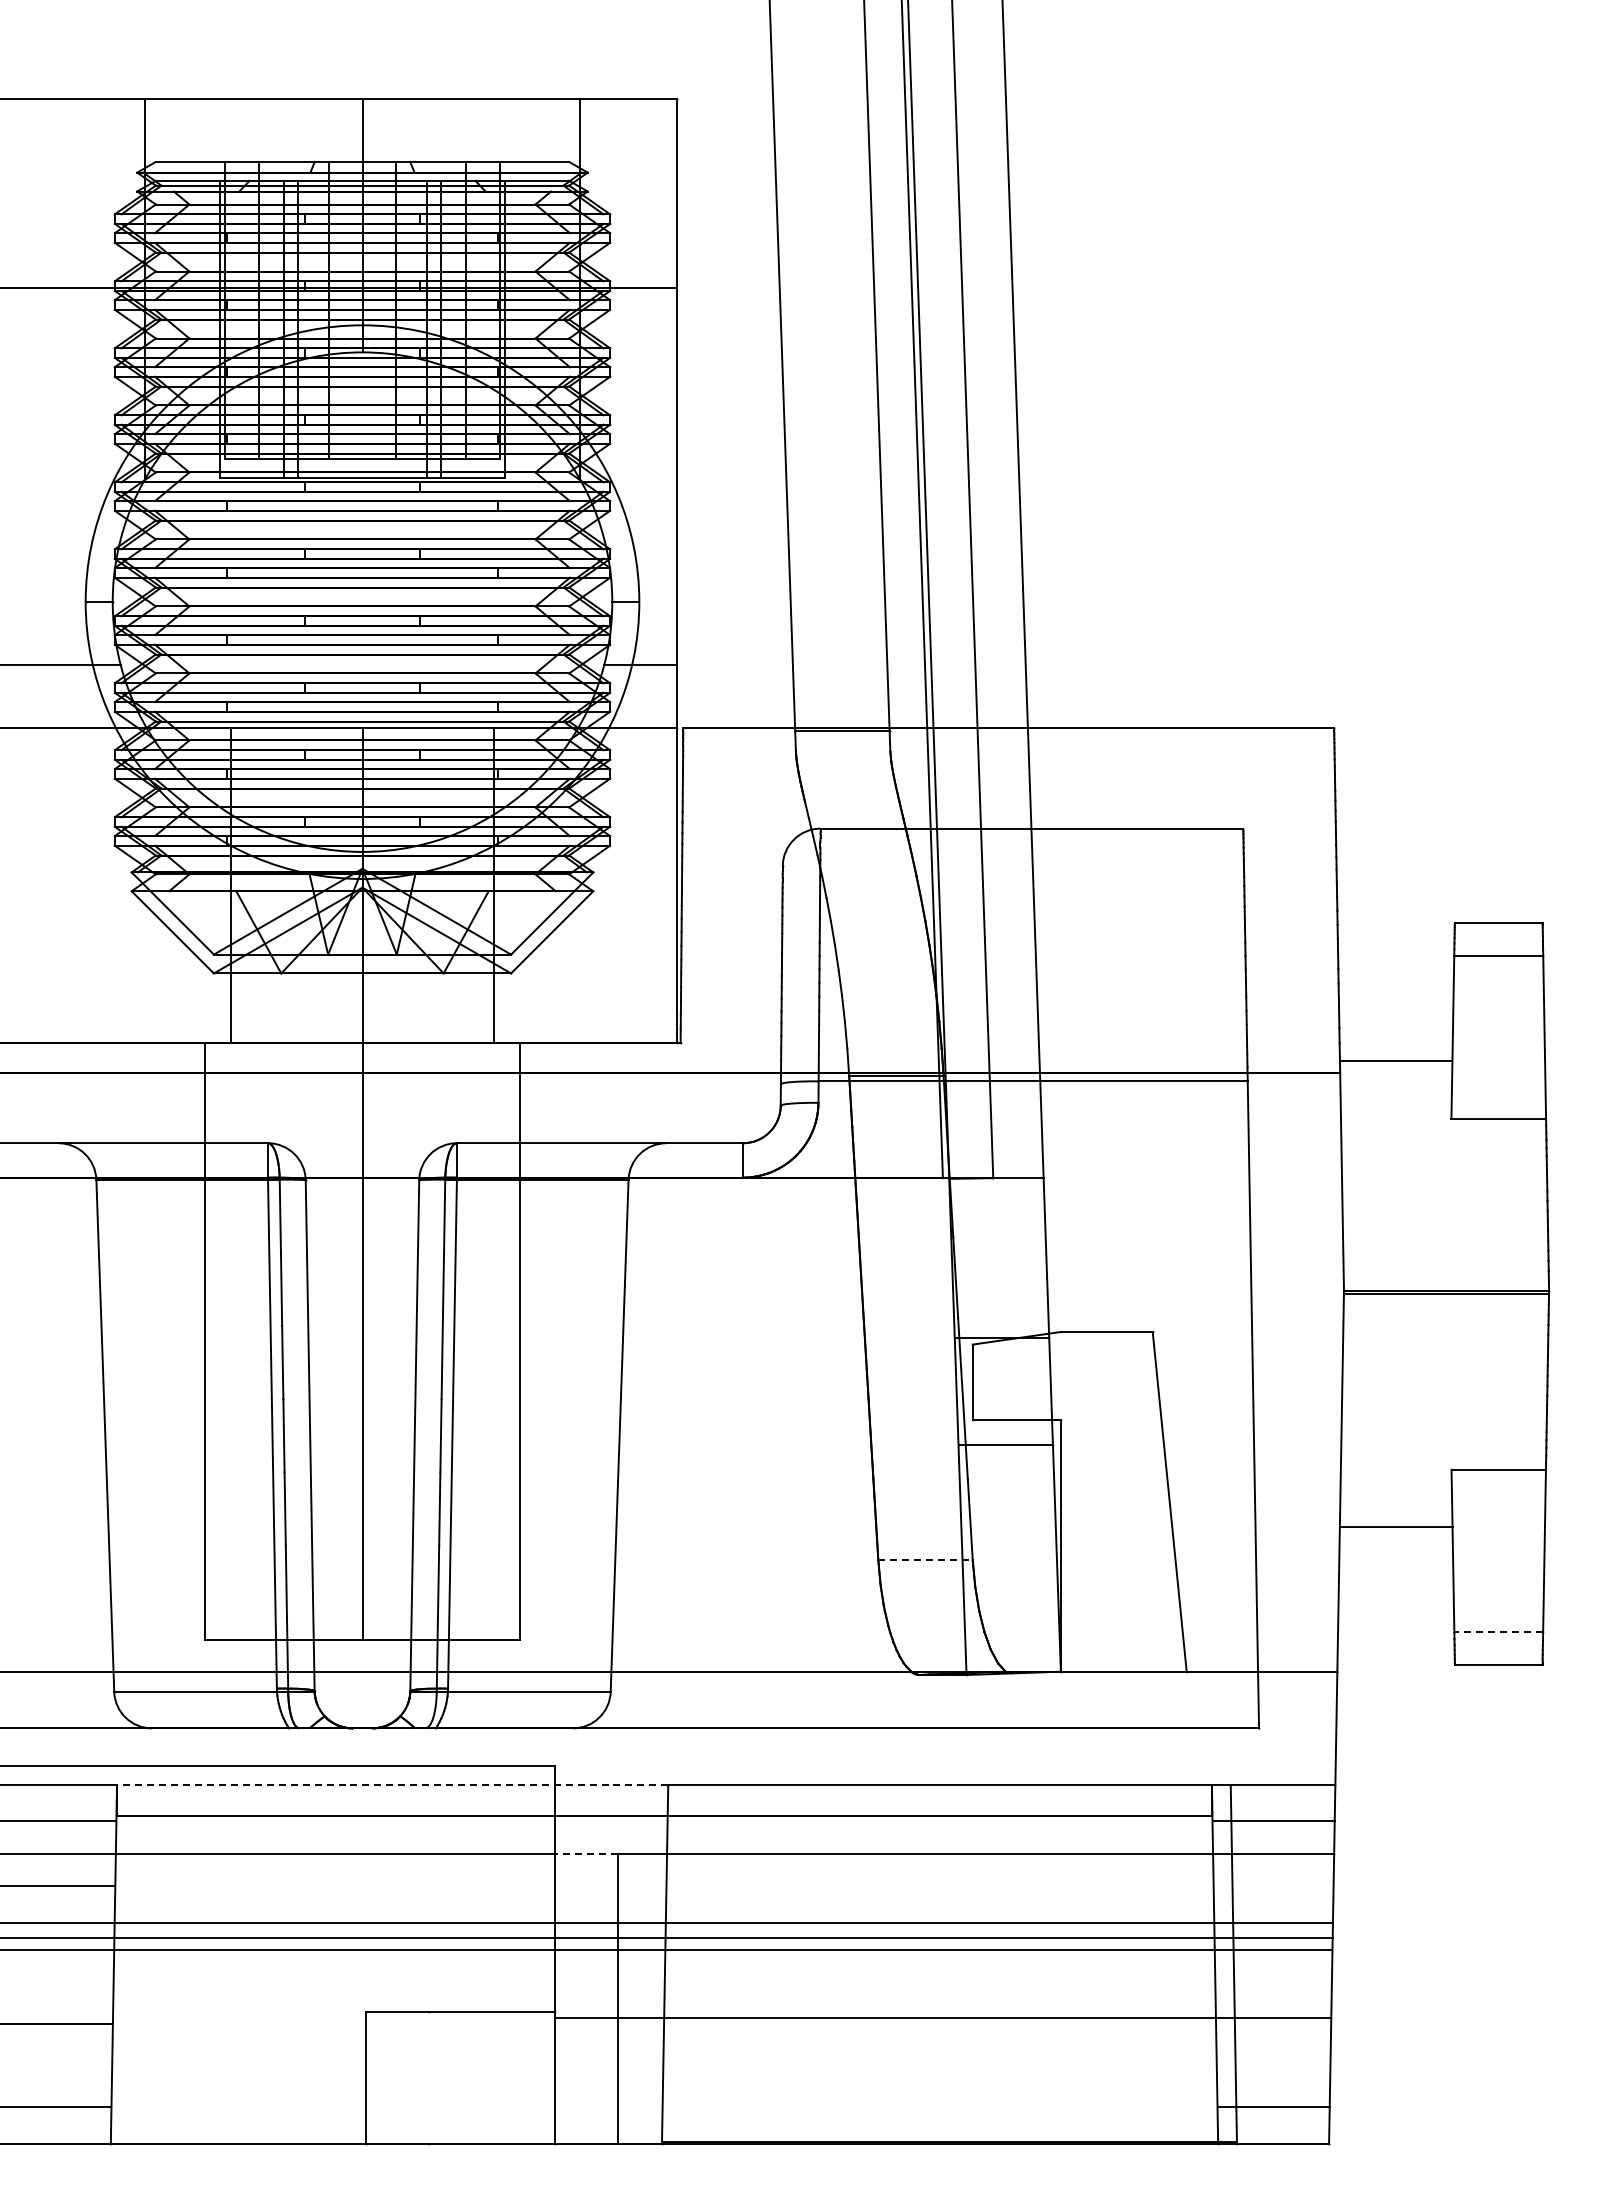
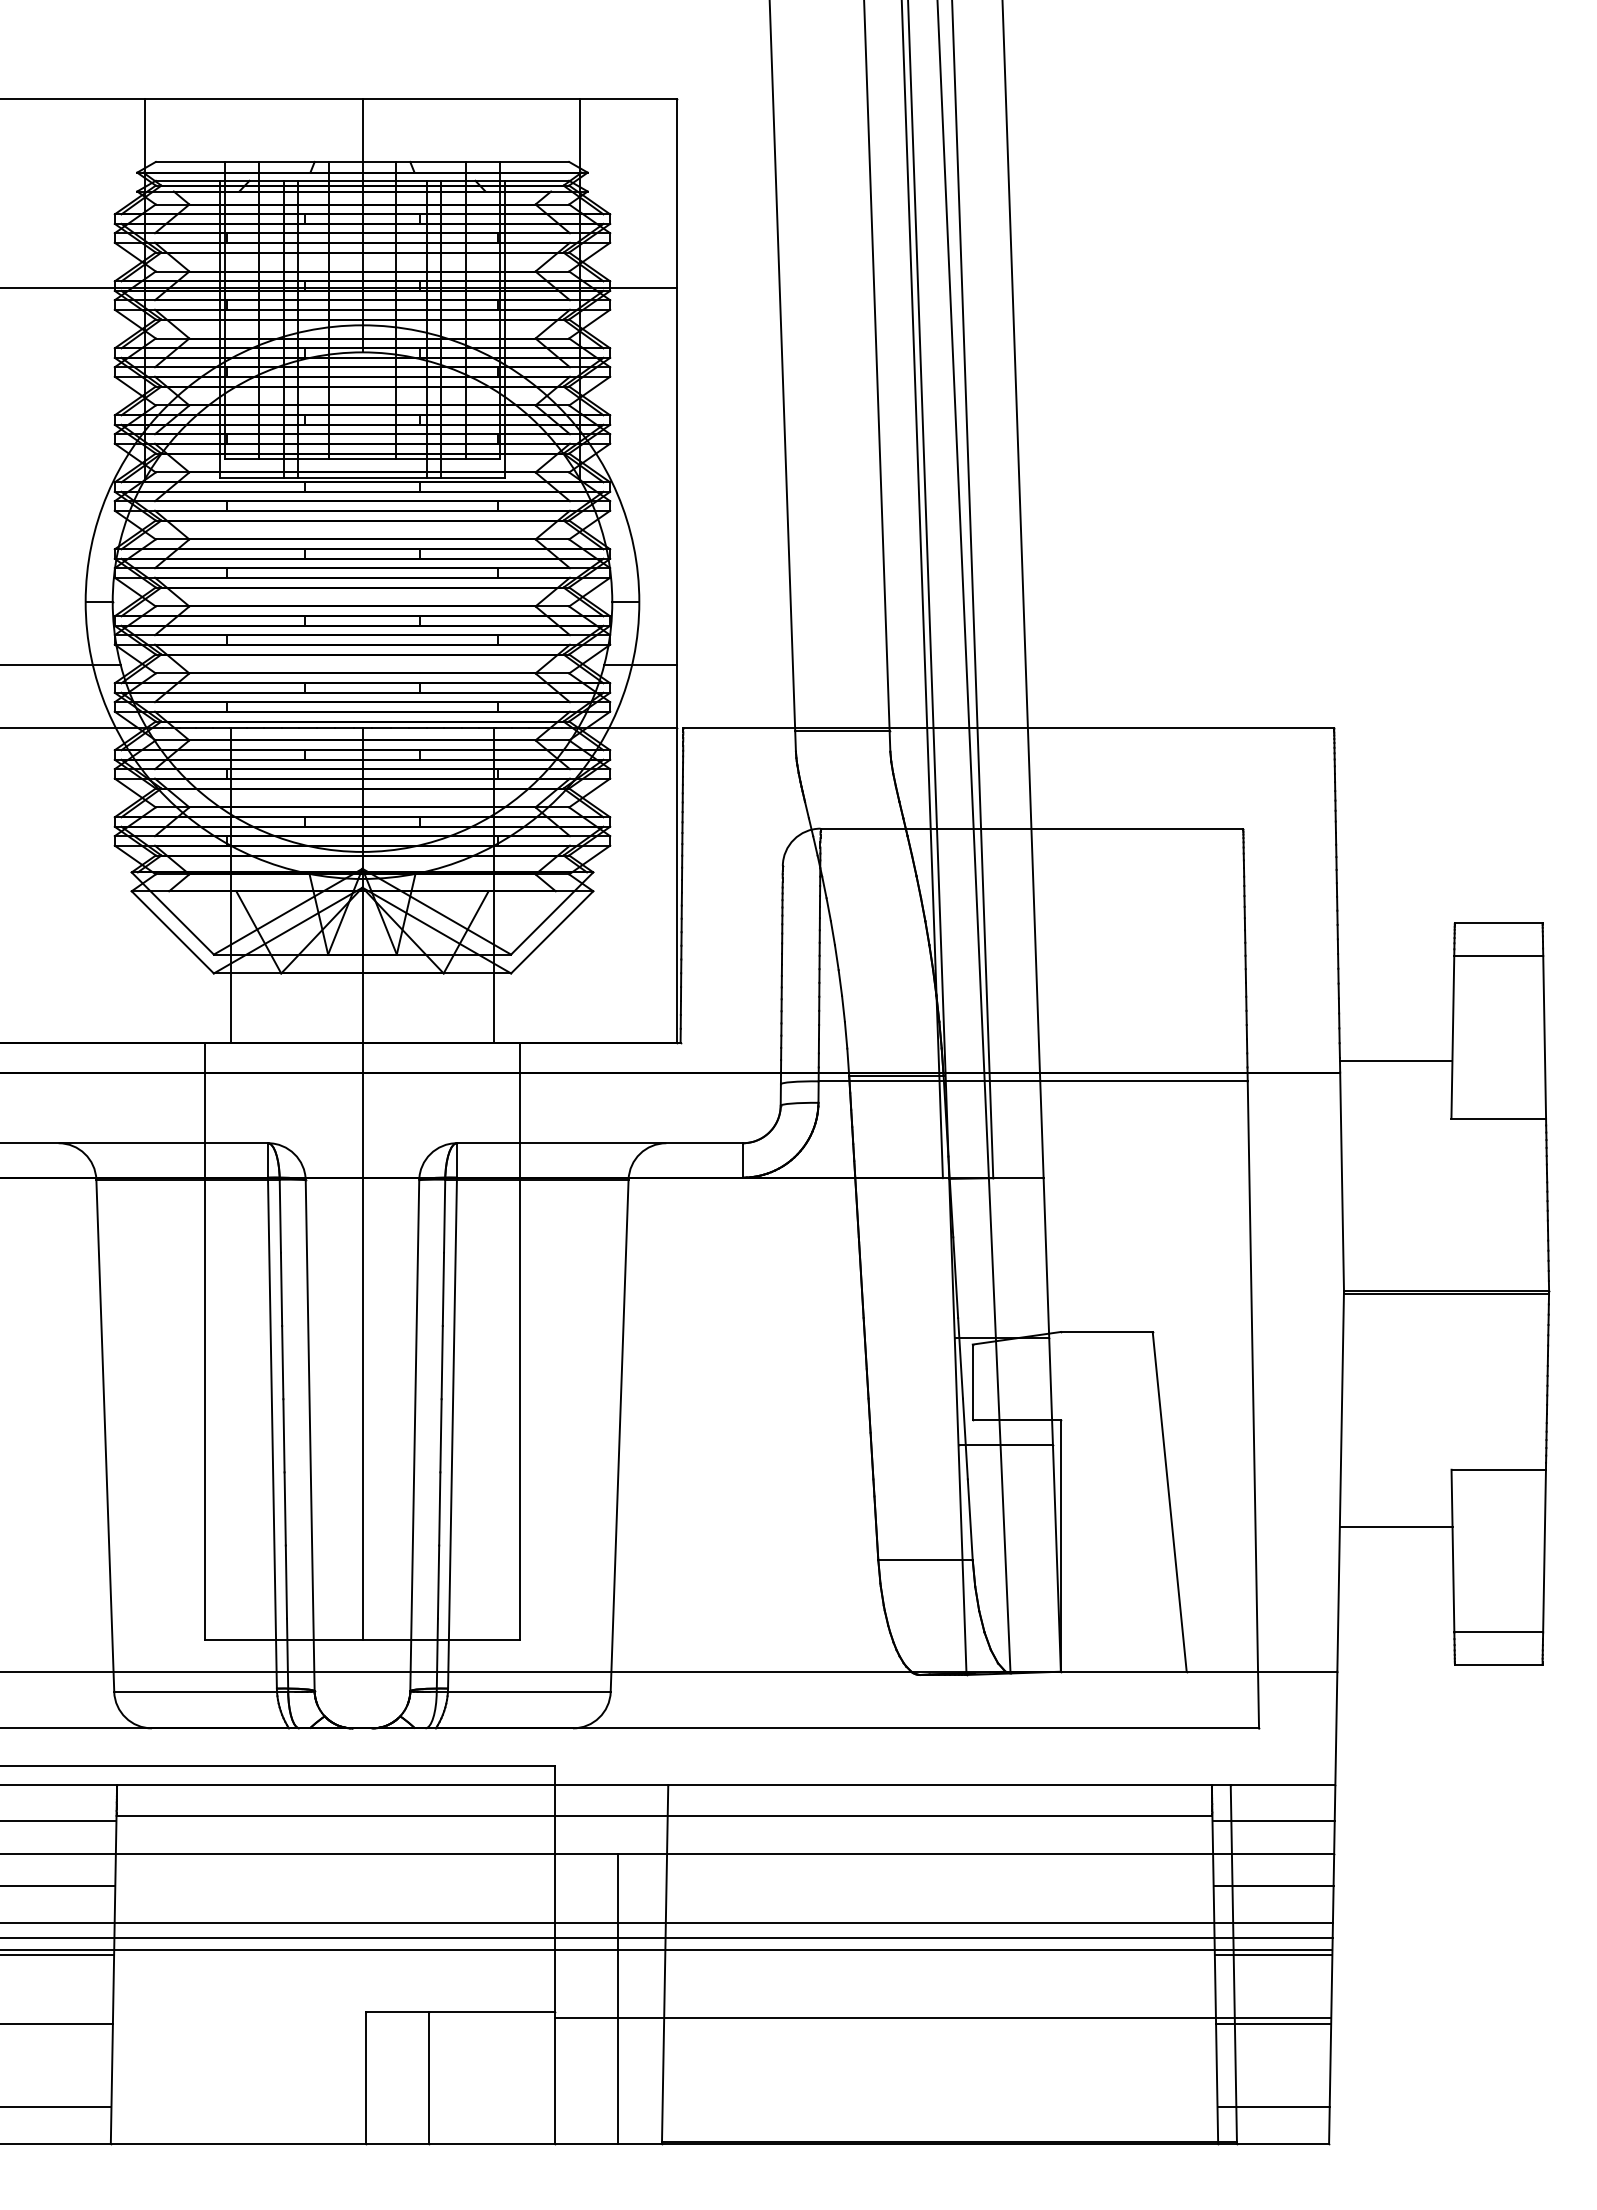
line at (973, 837): none -> present
line at (926, 1560): dashed -> solid
line at (1498, 1632): dashed -> solid
line at (392, 1784): dashed -> solid
line at (585, 1854): dashed -> solid
line at (1273, 1885): none -> present
line at (58, 1954): none -> present
line at (1273, 1954): none -> present
line at (1273, 2024): none -> present
line at (429, 2077): none -> present
